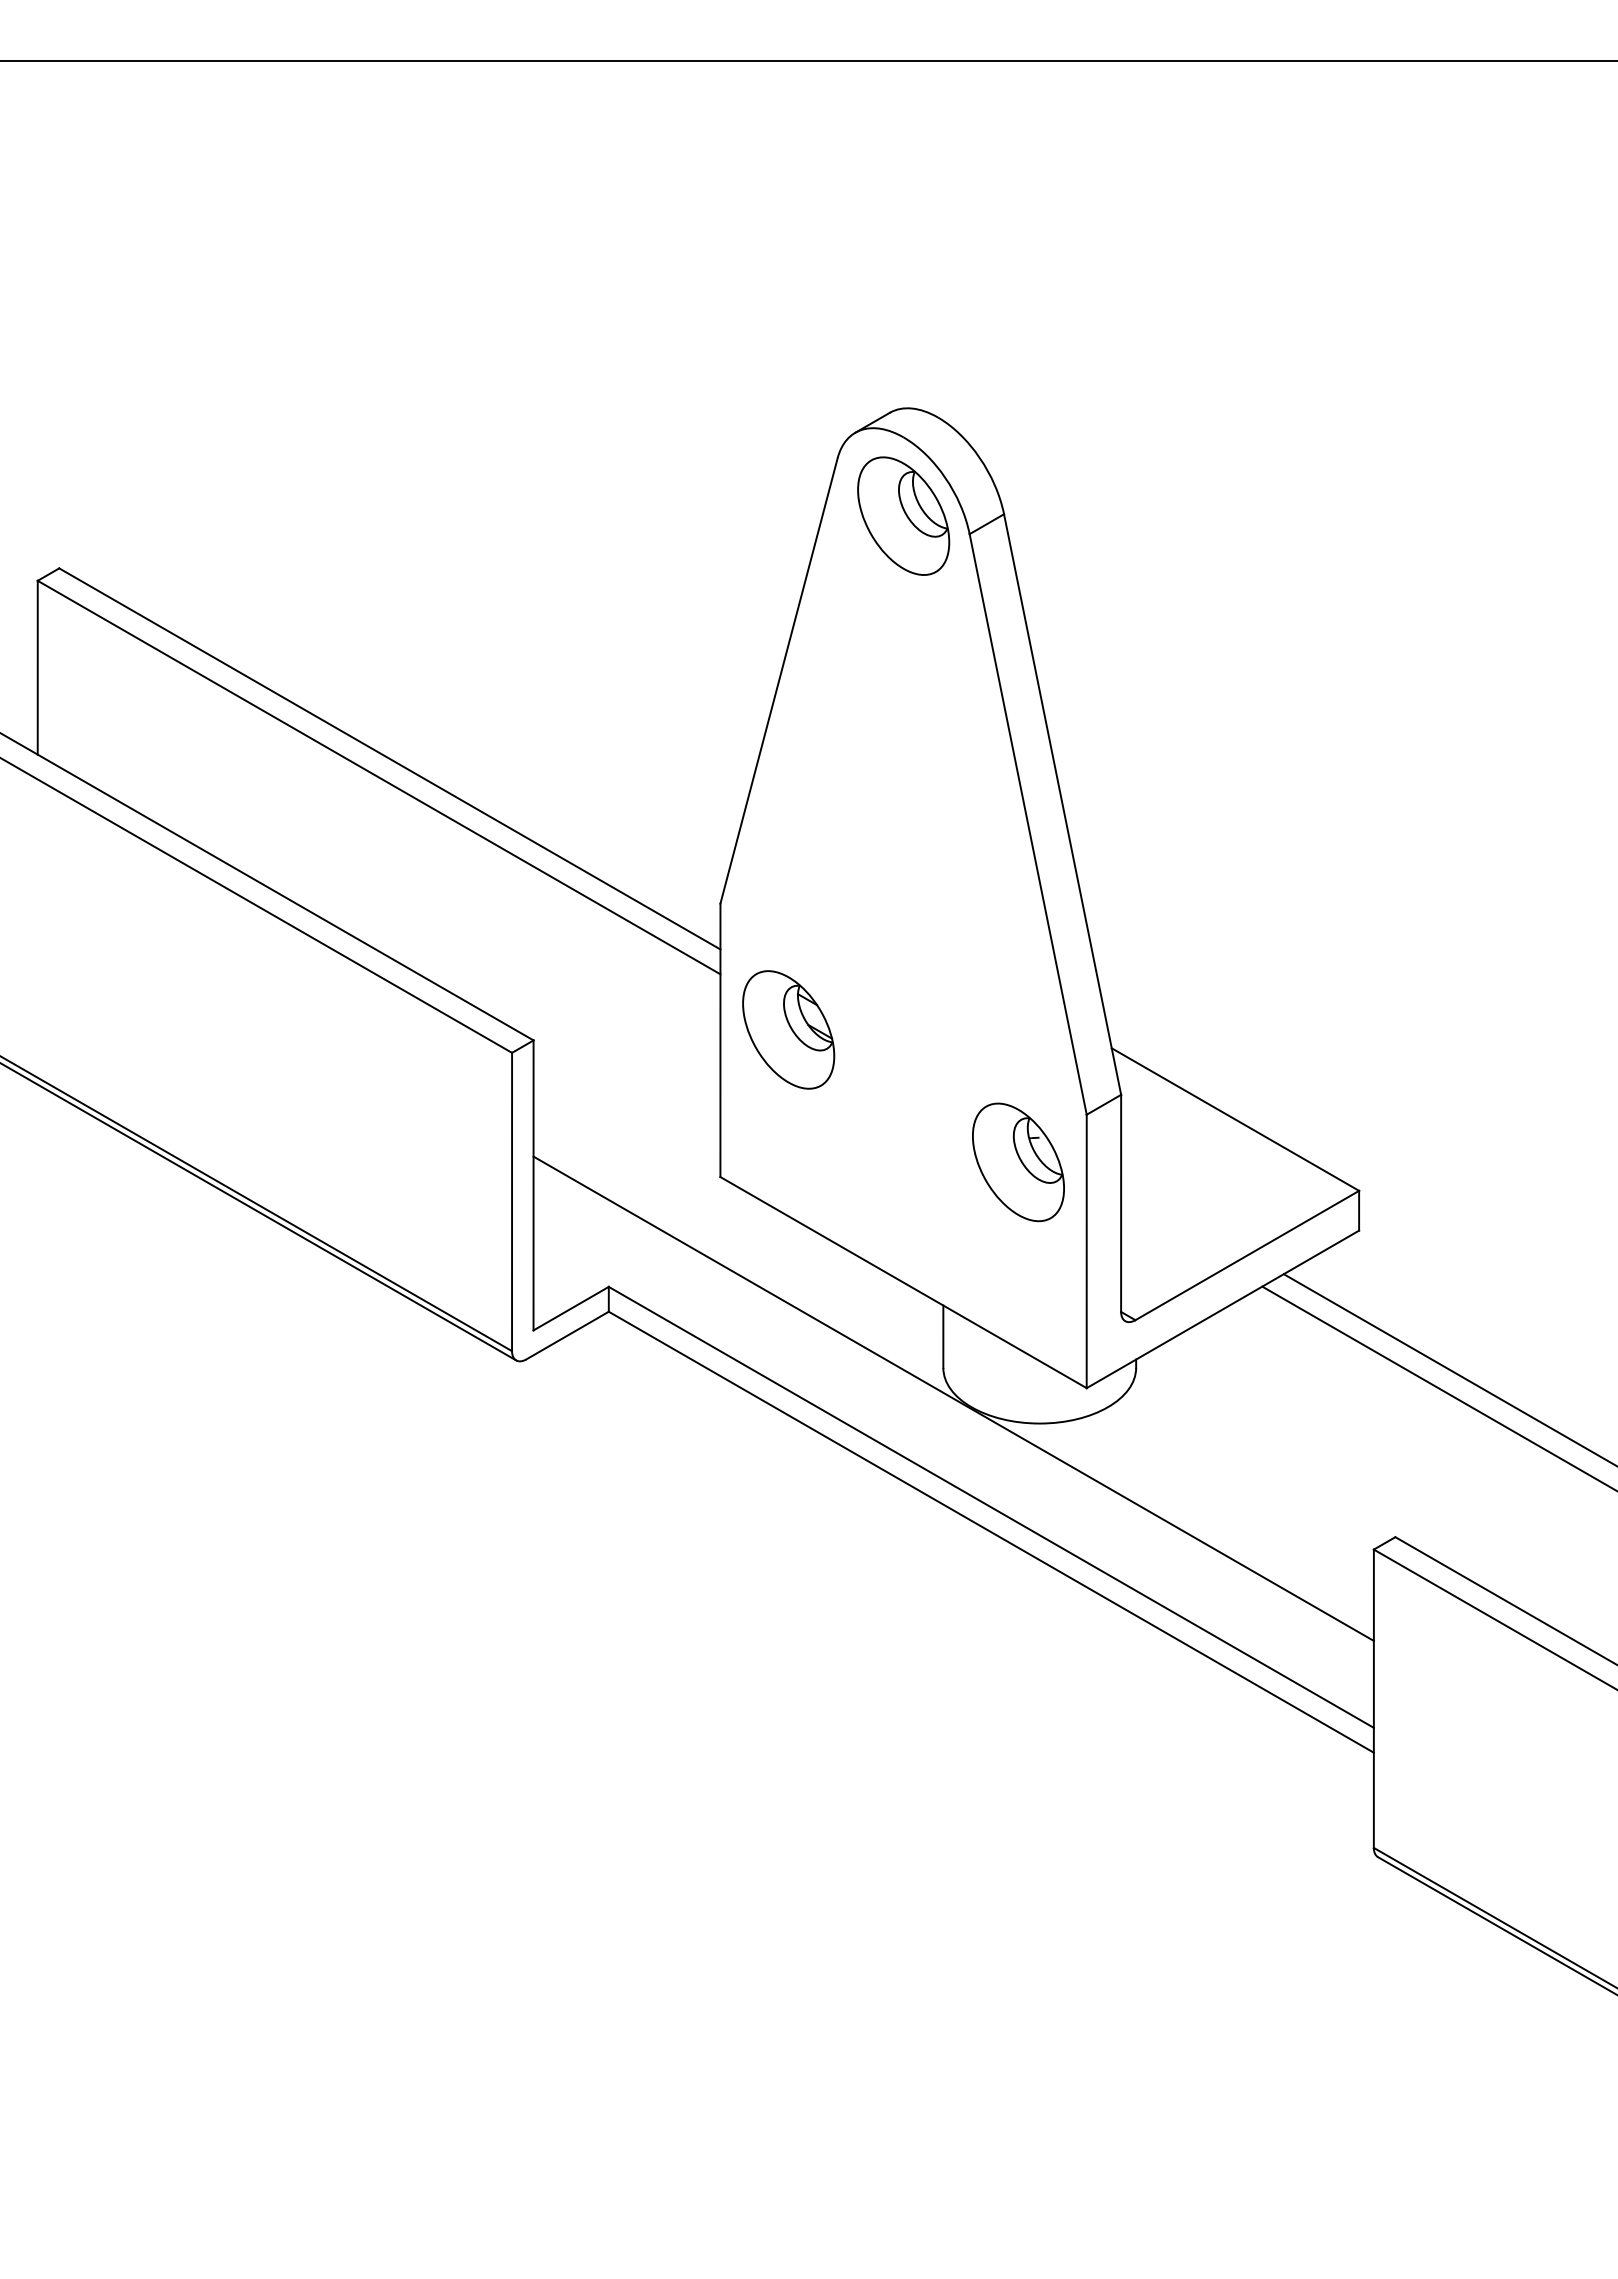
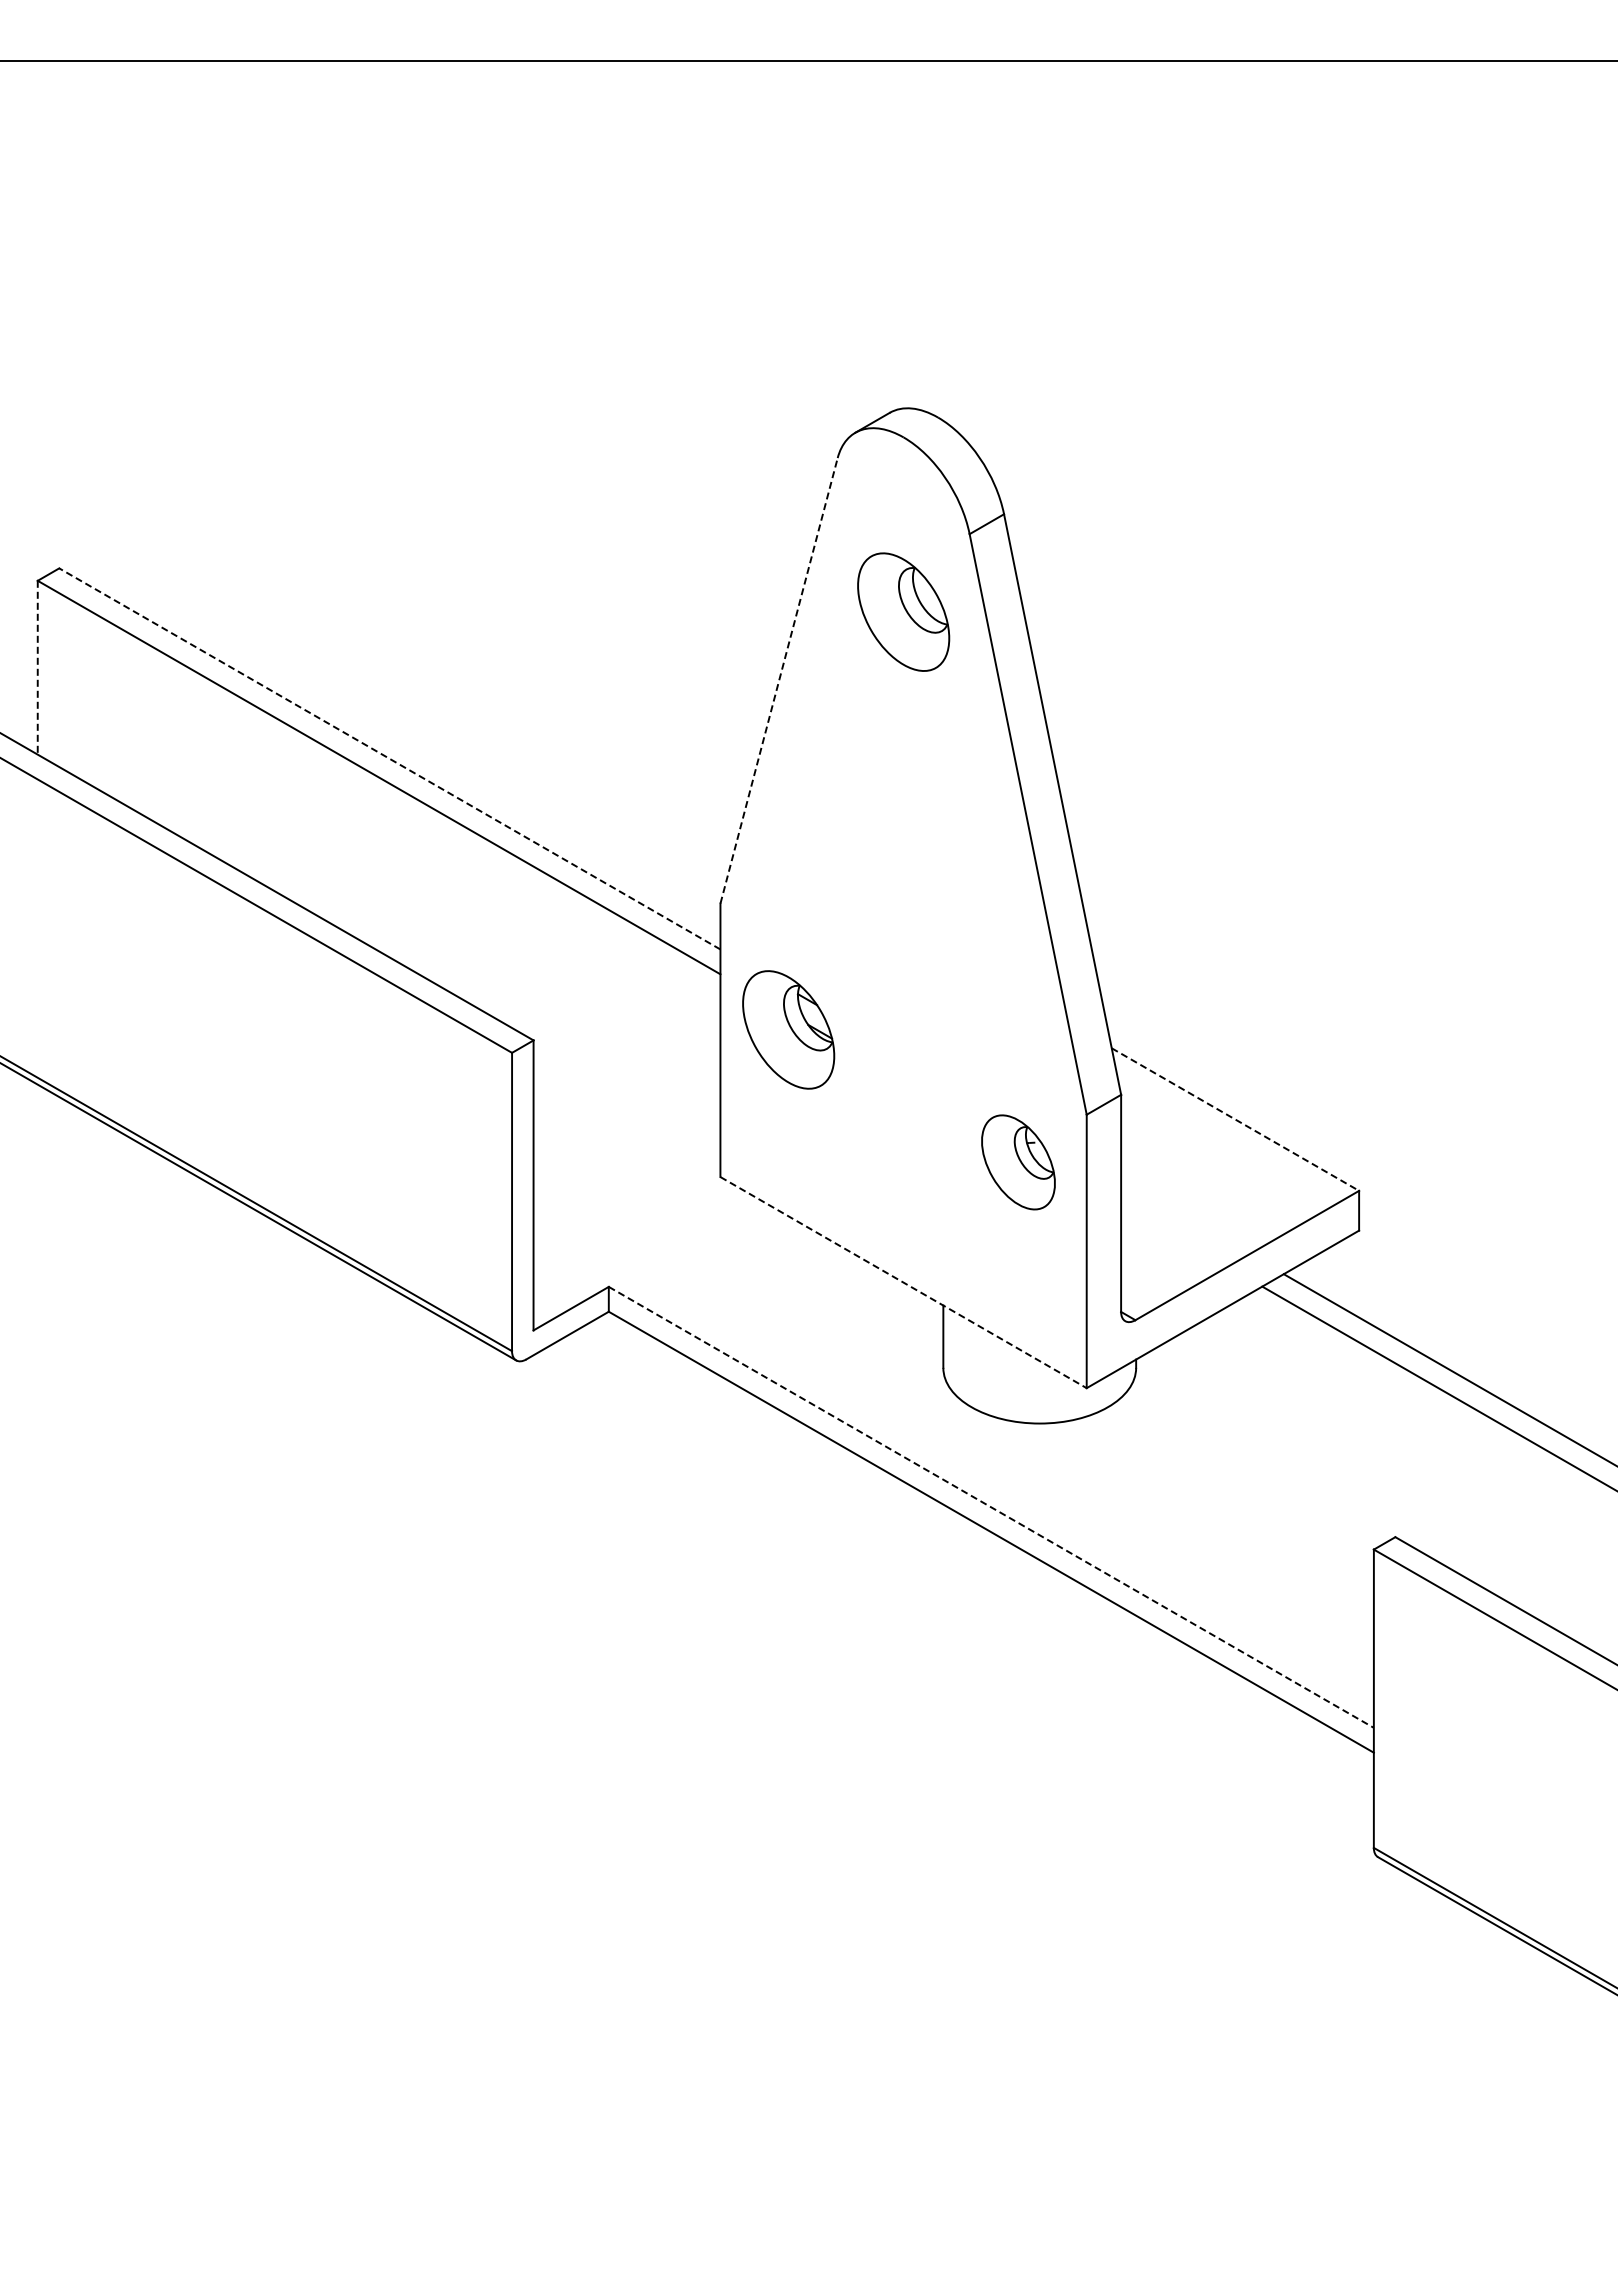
part at (903, 515) position: (903, 515) -> (903, 611)
line at (37, 667): solid -> dashed
line at (779, 680): solid -> dashed
line at (389, 758): solid -> dashed
line at (1235, 1119): solid -> dashed
part at (1018, 1162) size: 93x121 px -> 75x97 px
line at (903, 1282): solid -> dashed
line at (953, 1398): present -> none
line at (991, 1507): solid -> dashed
